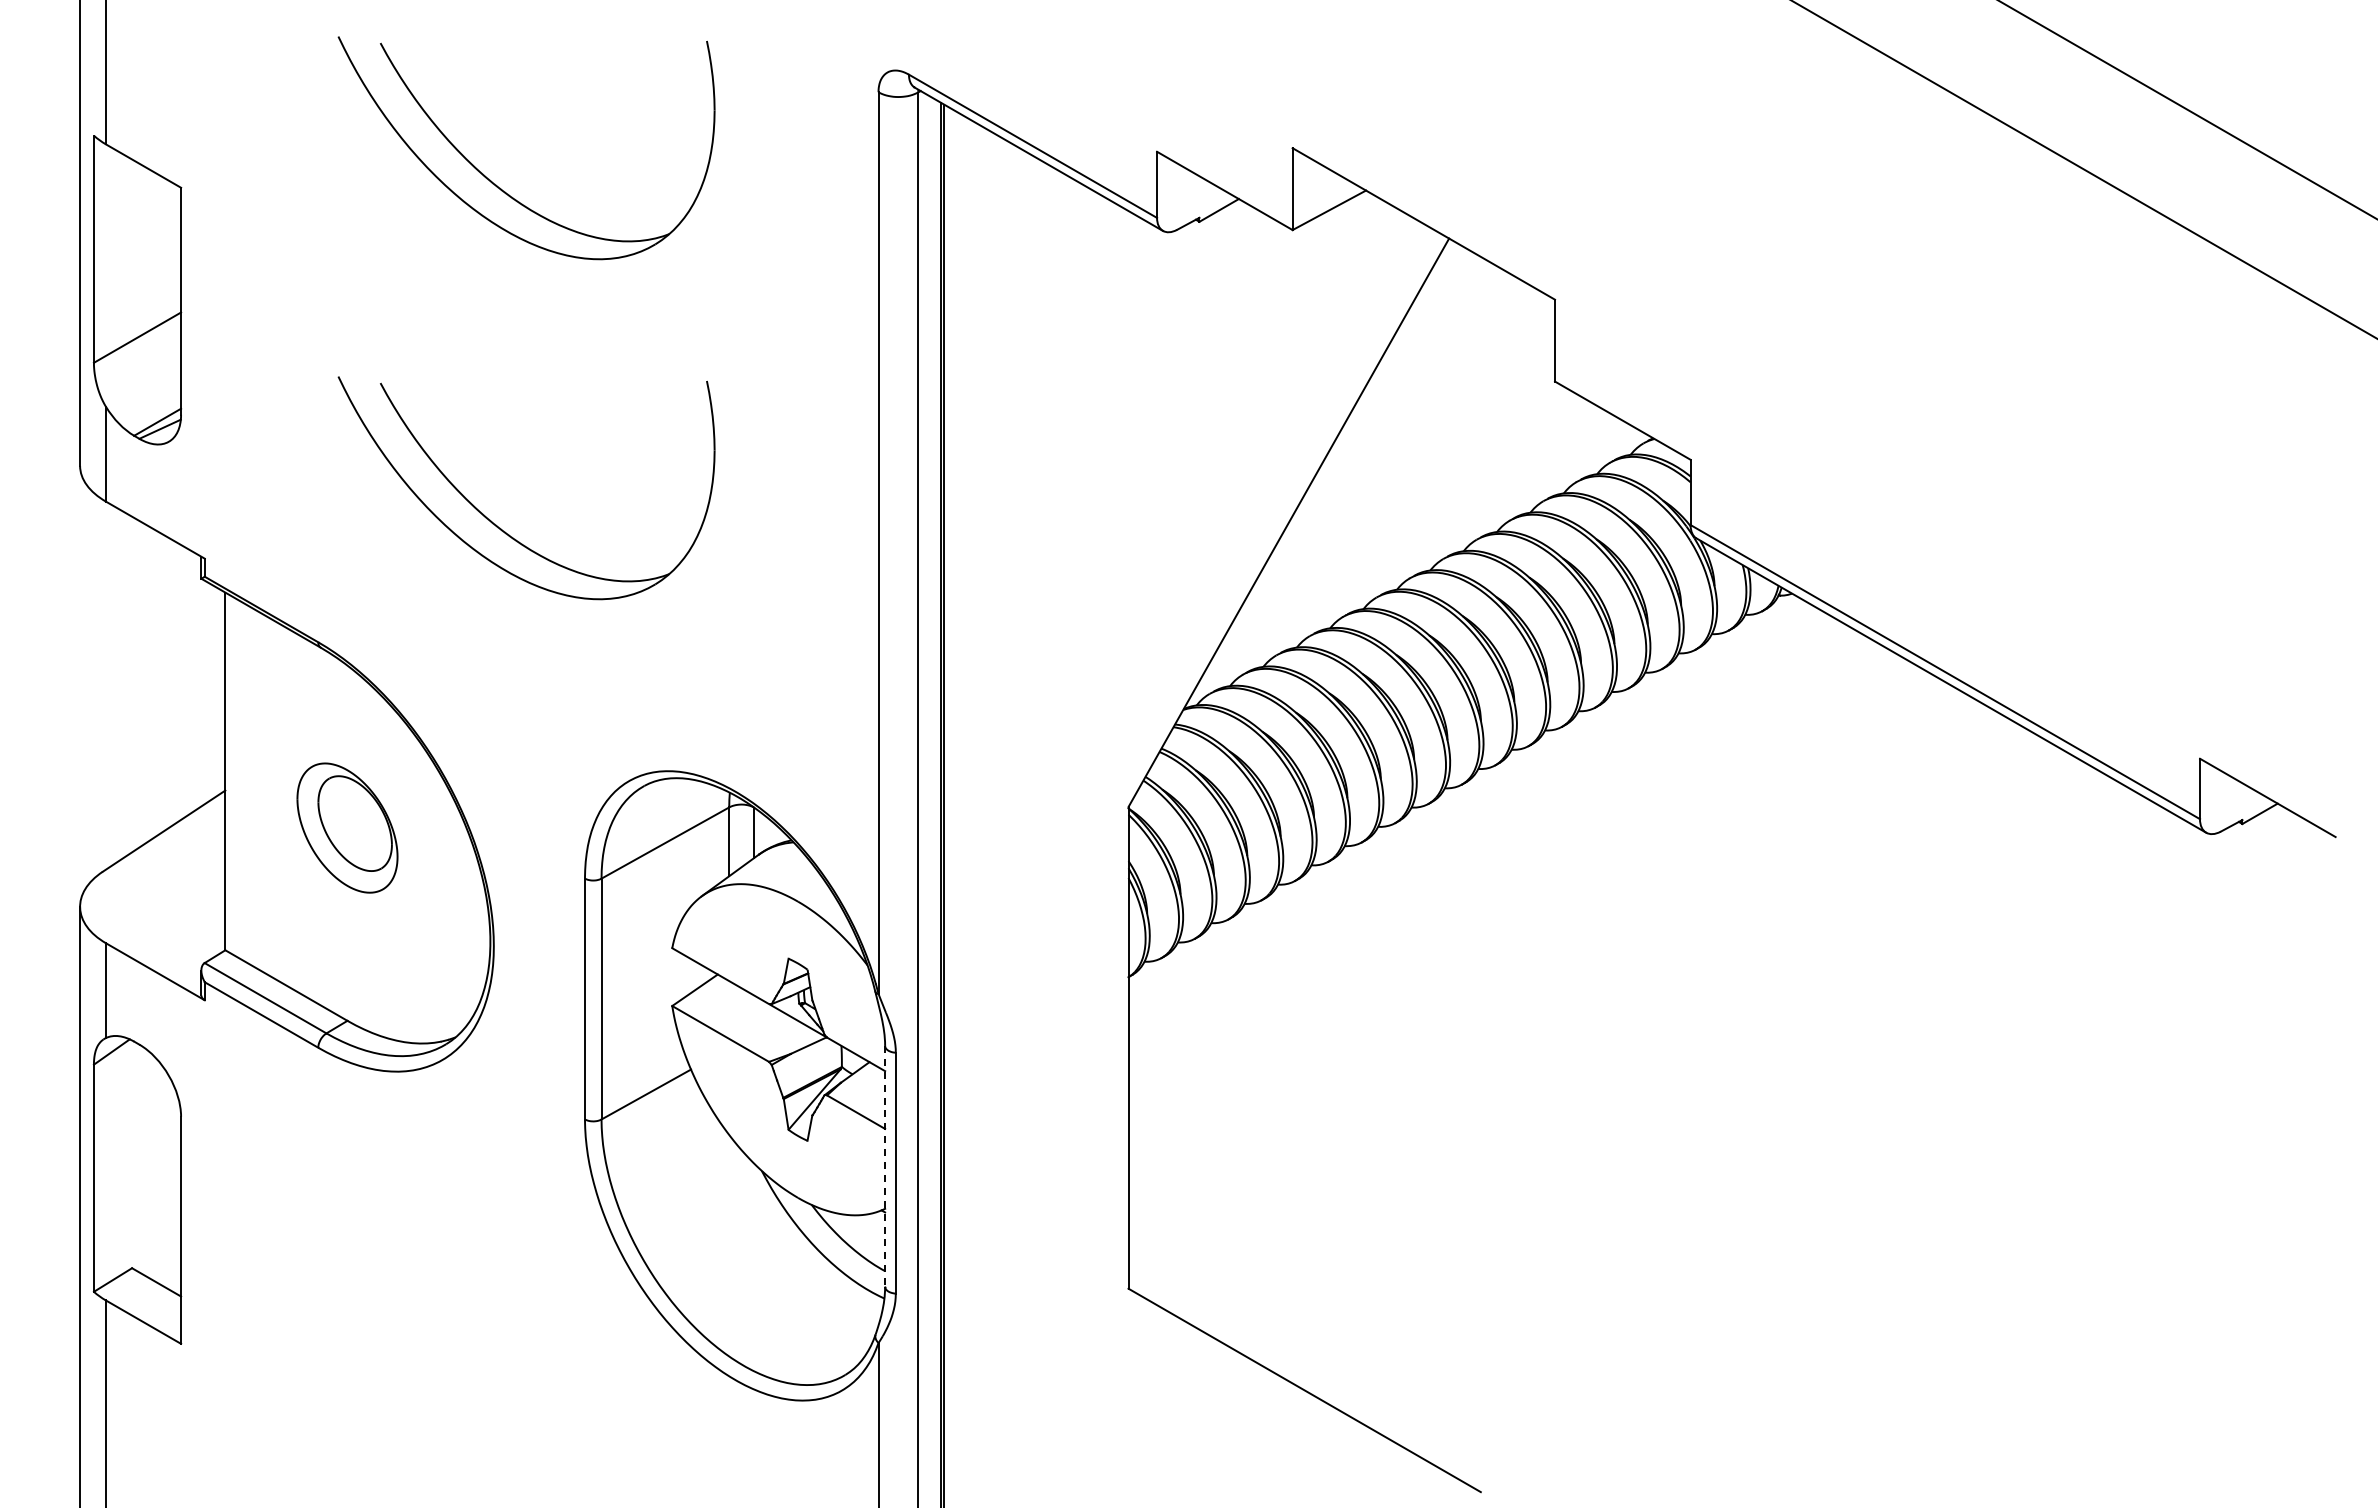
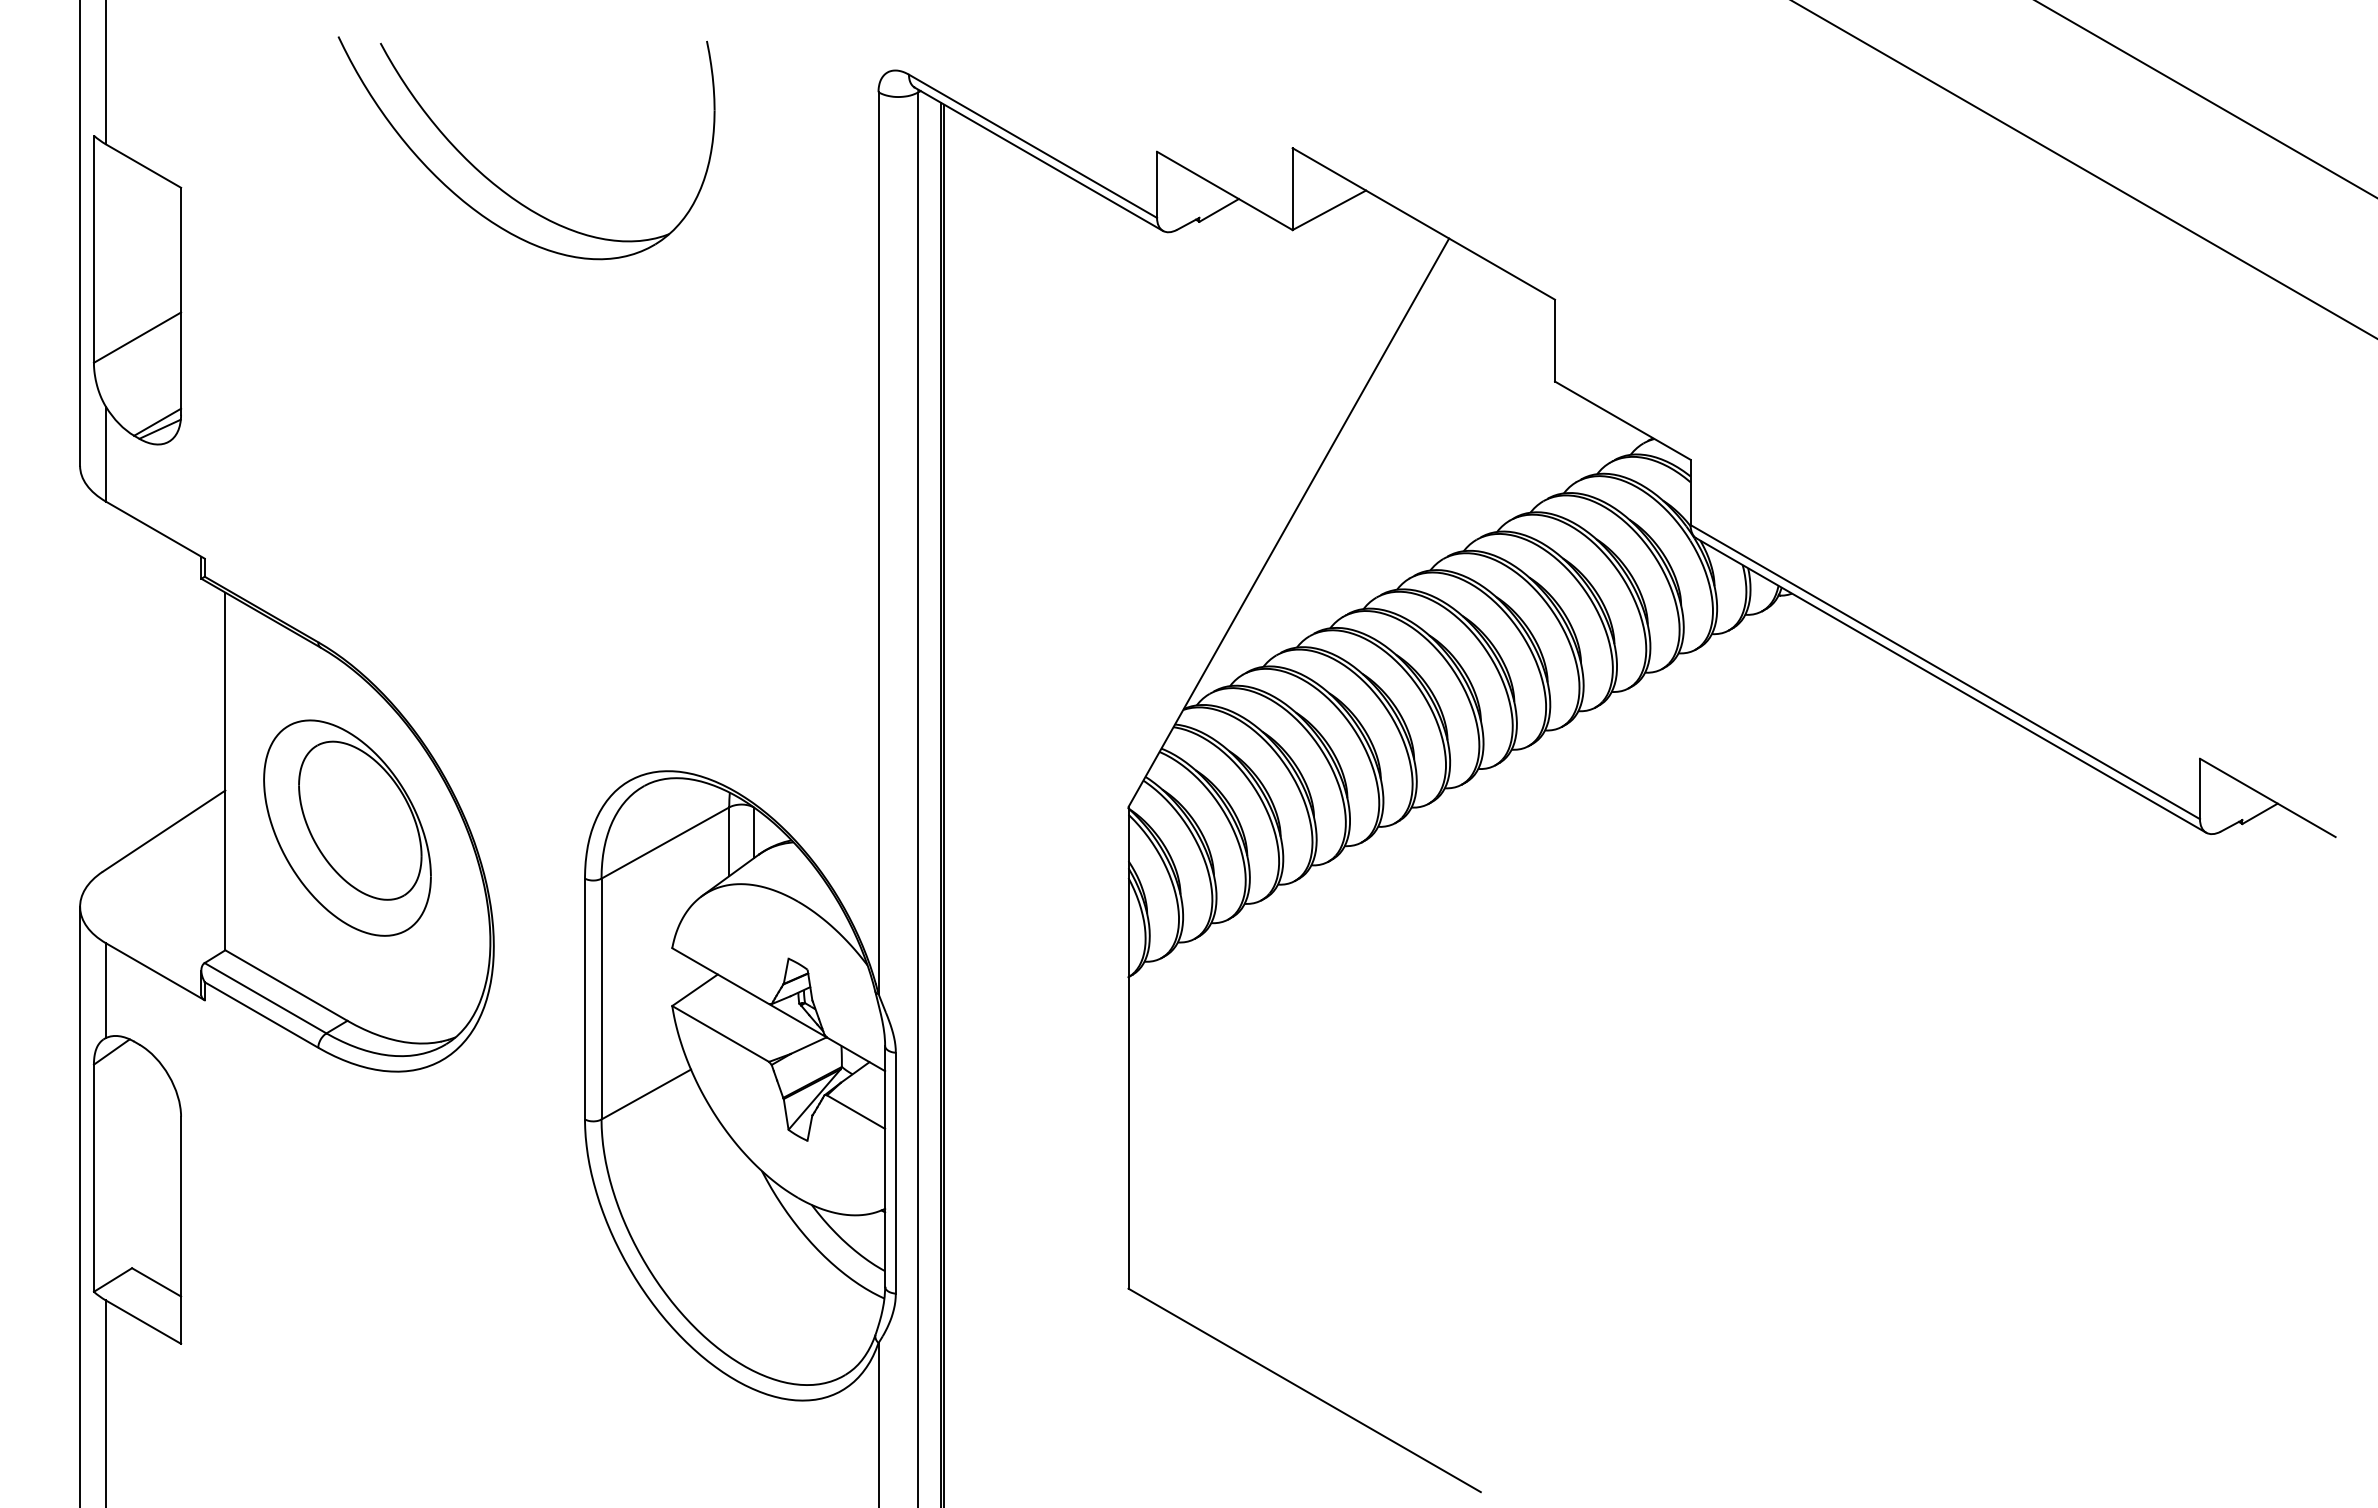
line at (2187, 109) position: (2187, 109) -> (2205, 99)
part at (496, 524): present -> none
part at (347, 827) size: 103x132 px -> 169x218 px
line at (885, 1166): dashed -> solid
